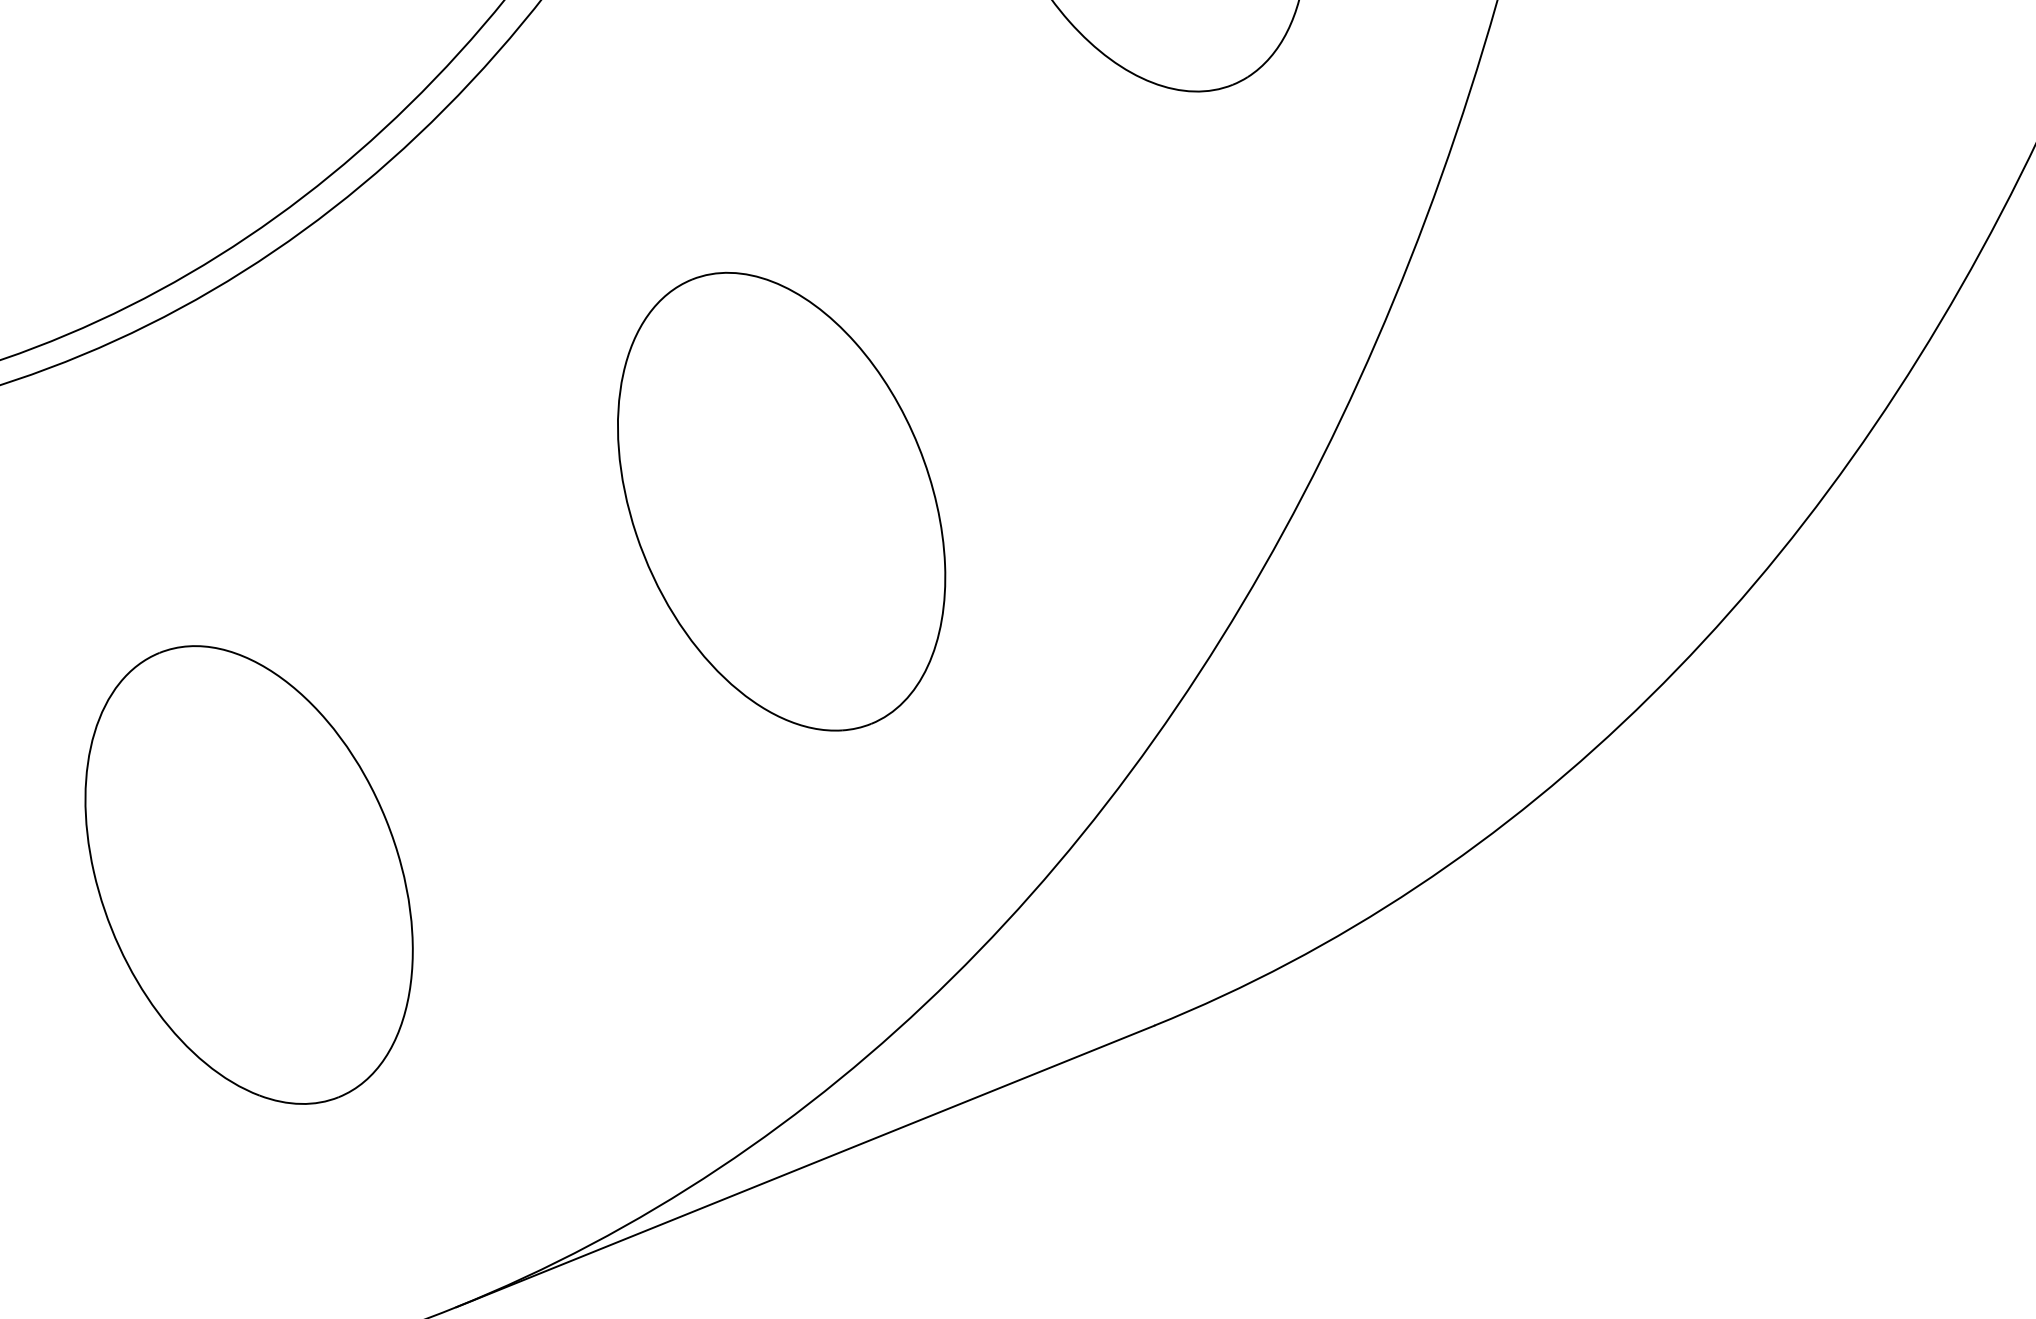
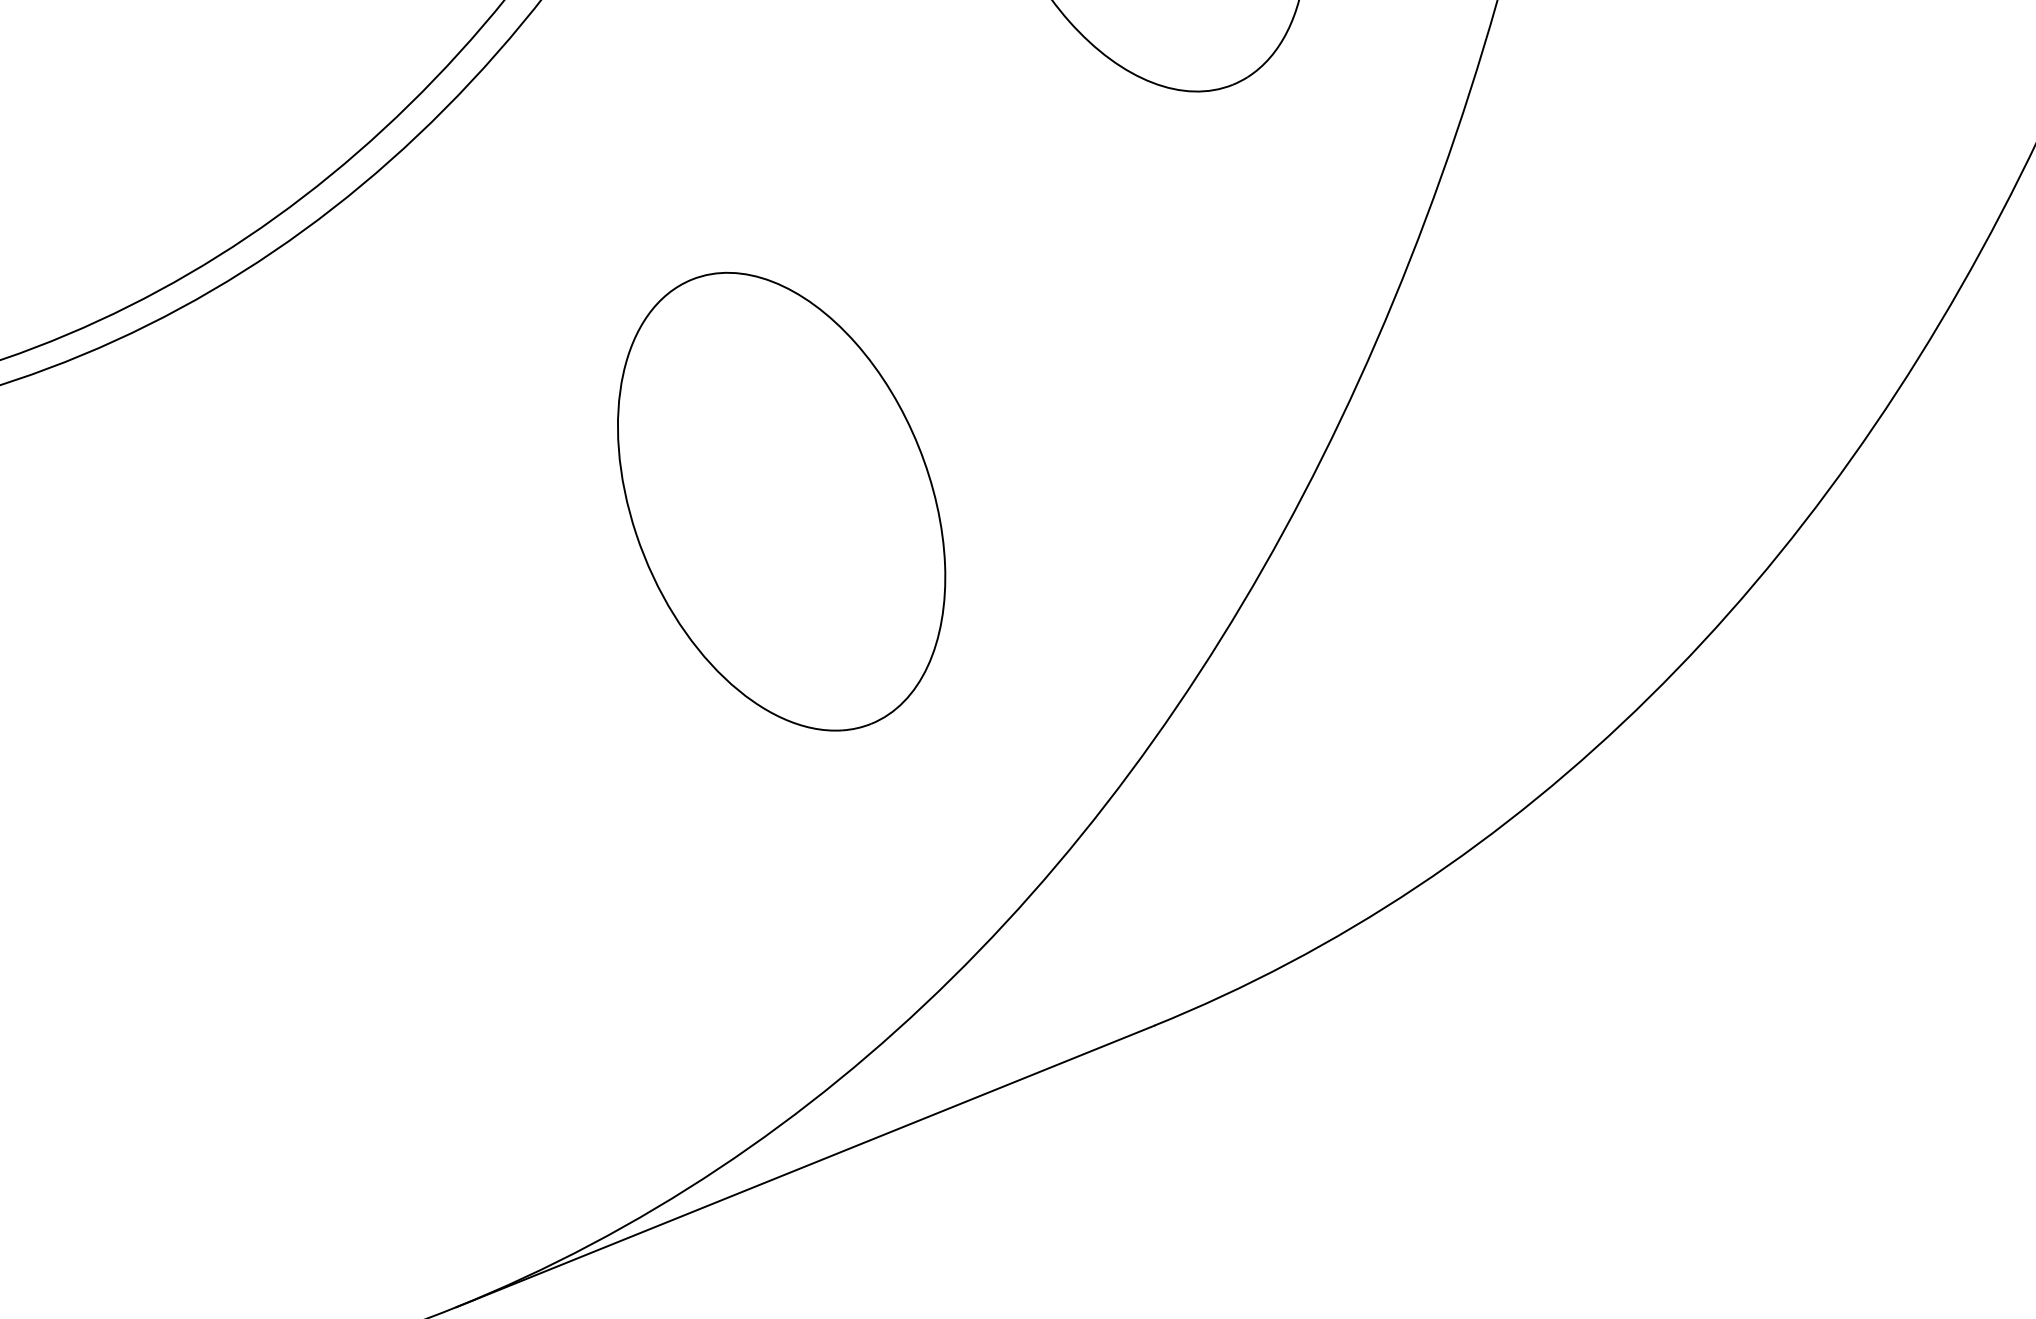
part at (248, 874): present -> none
